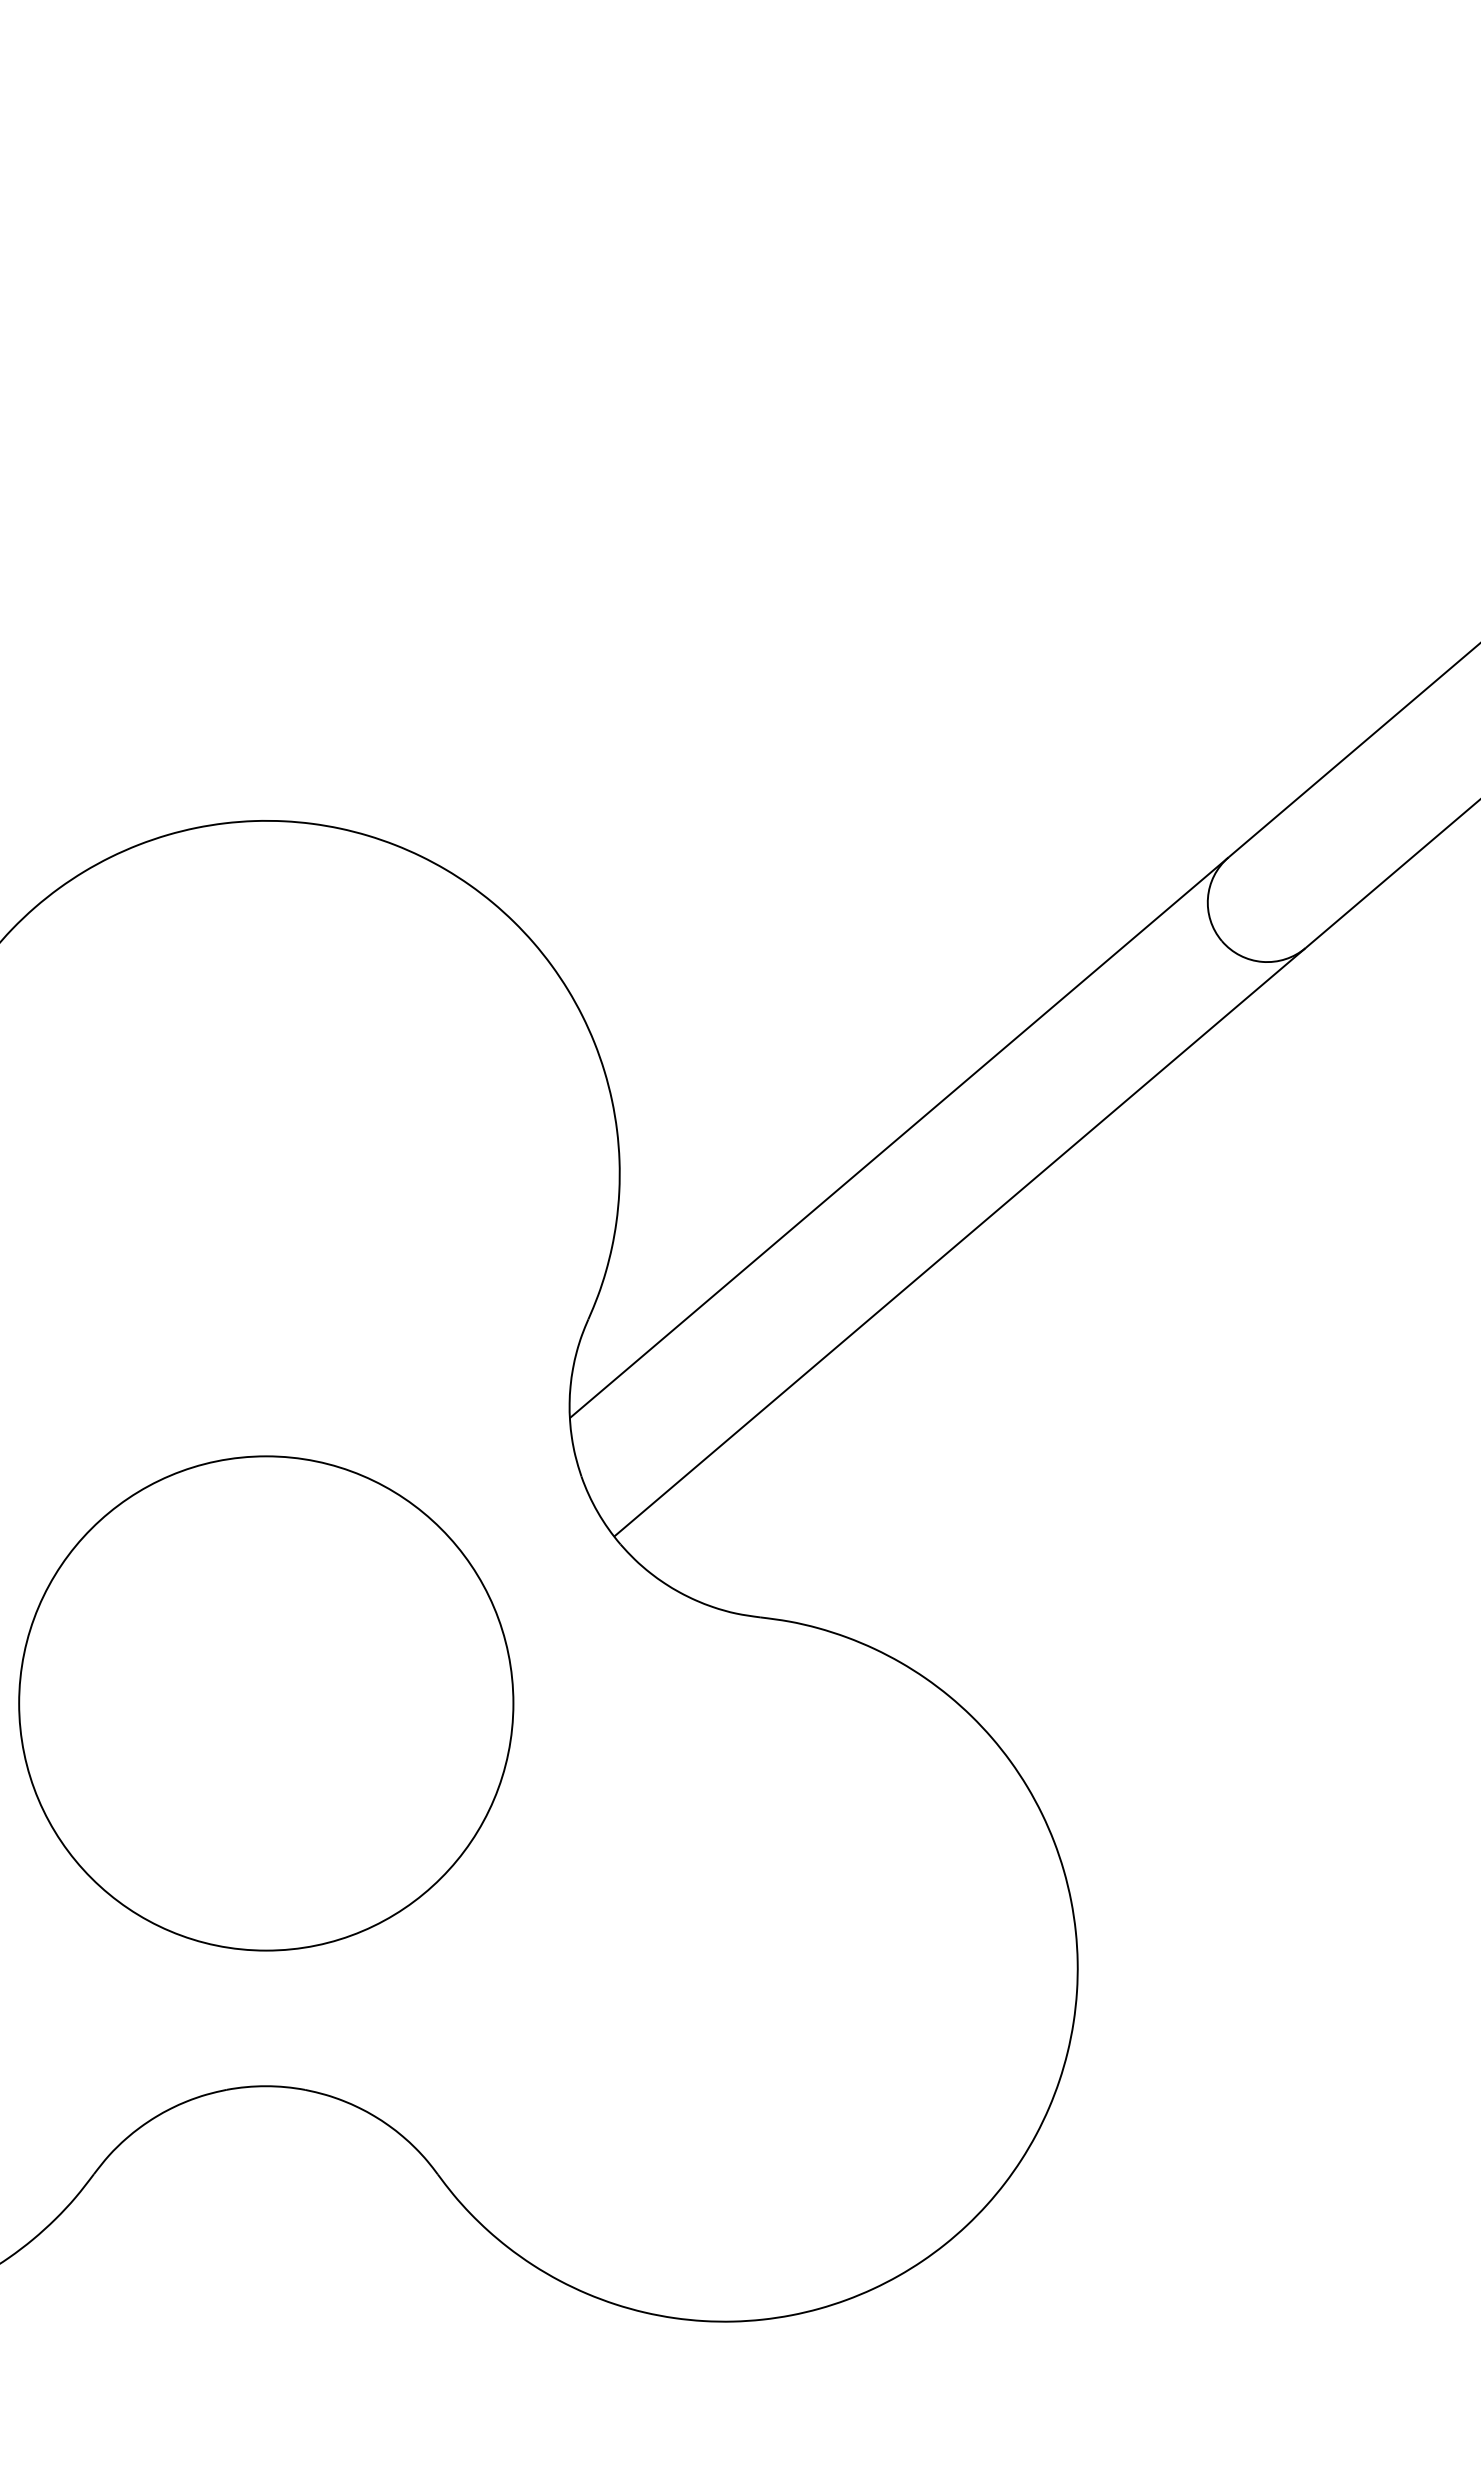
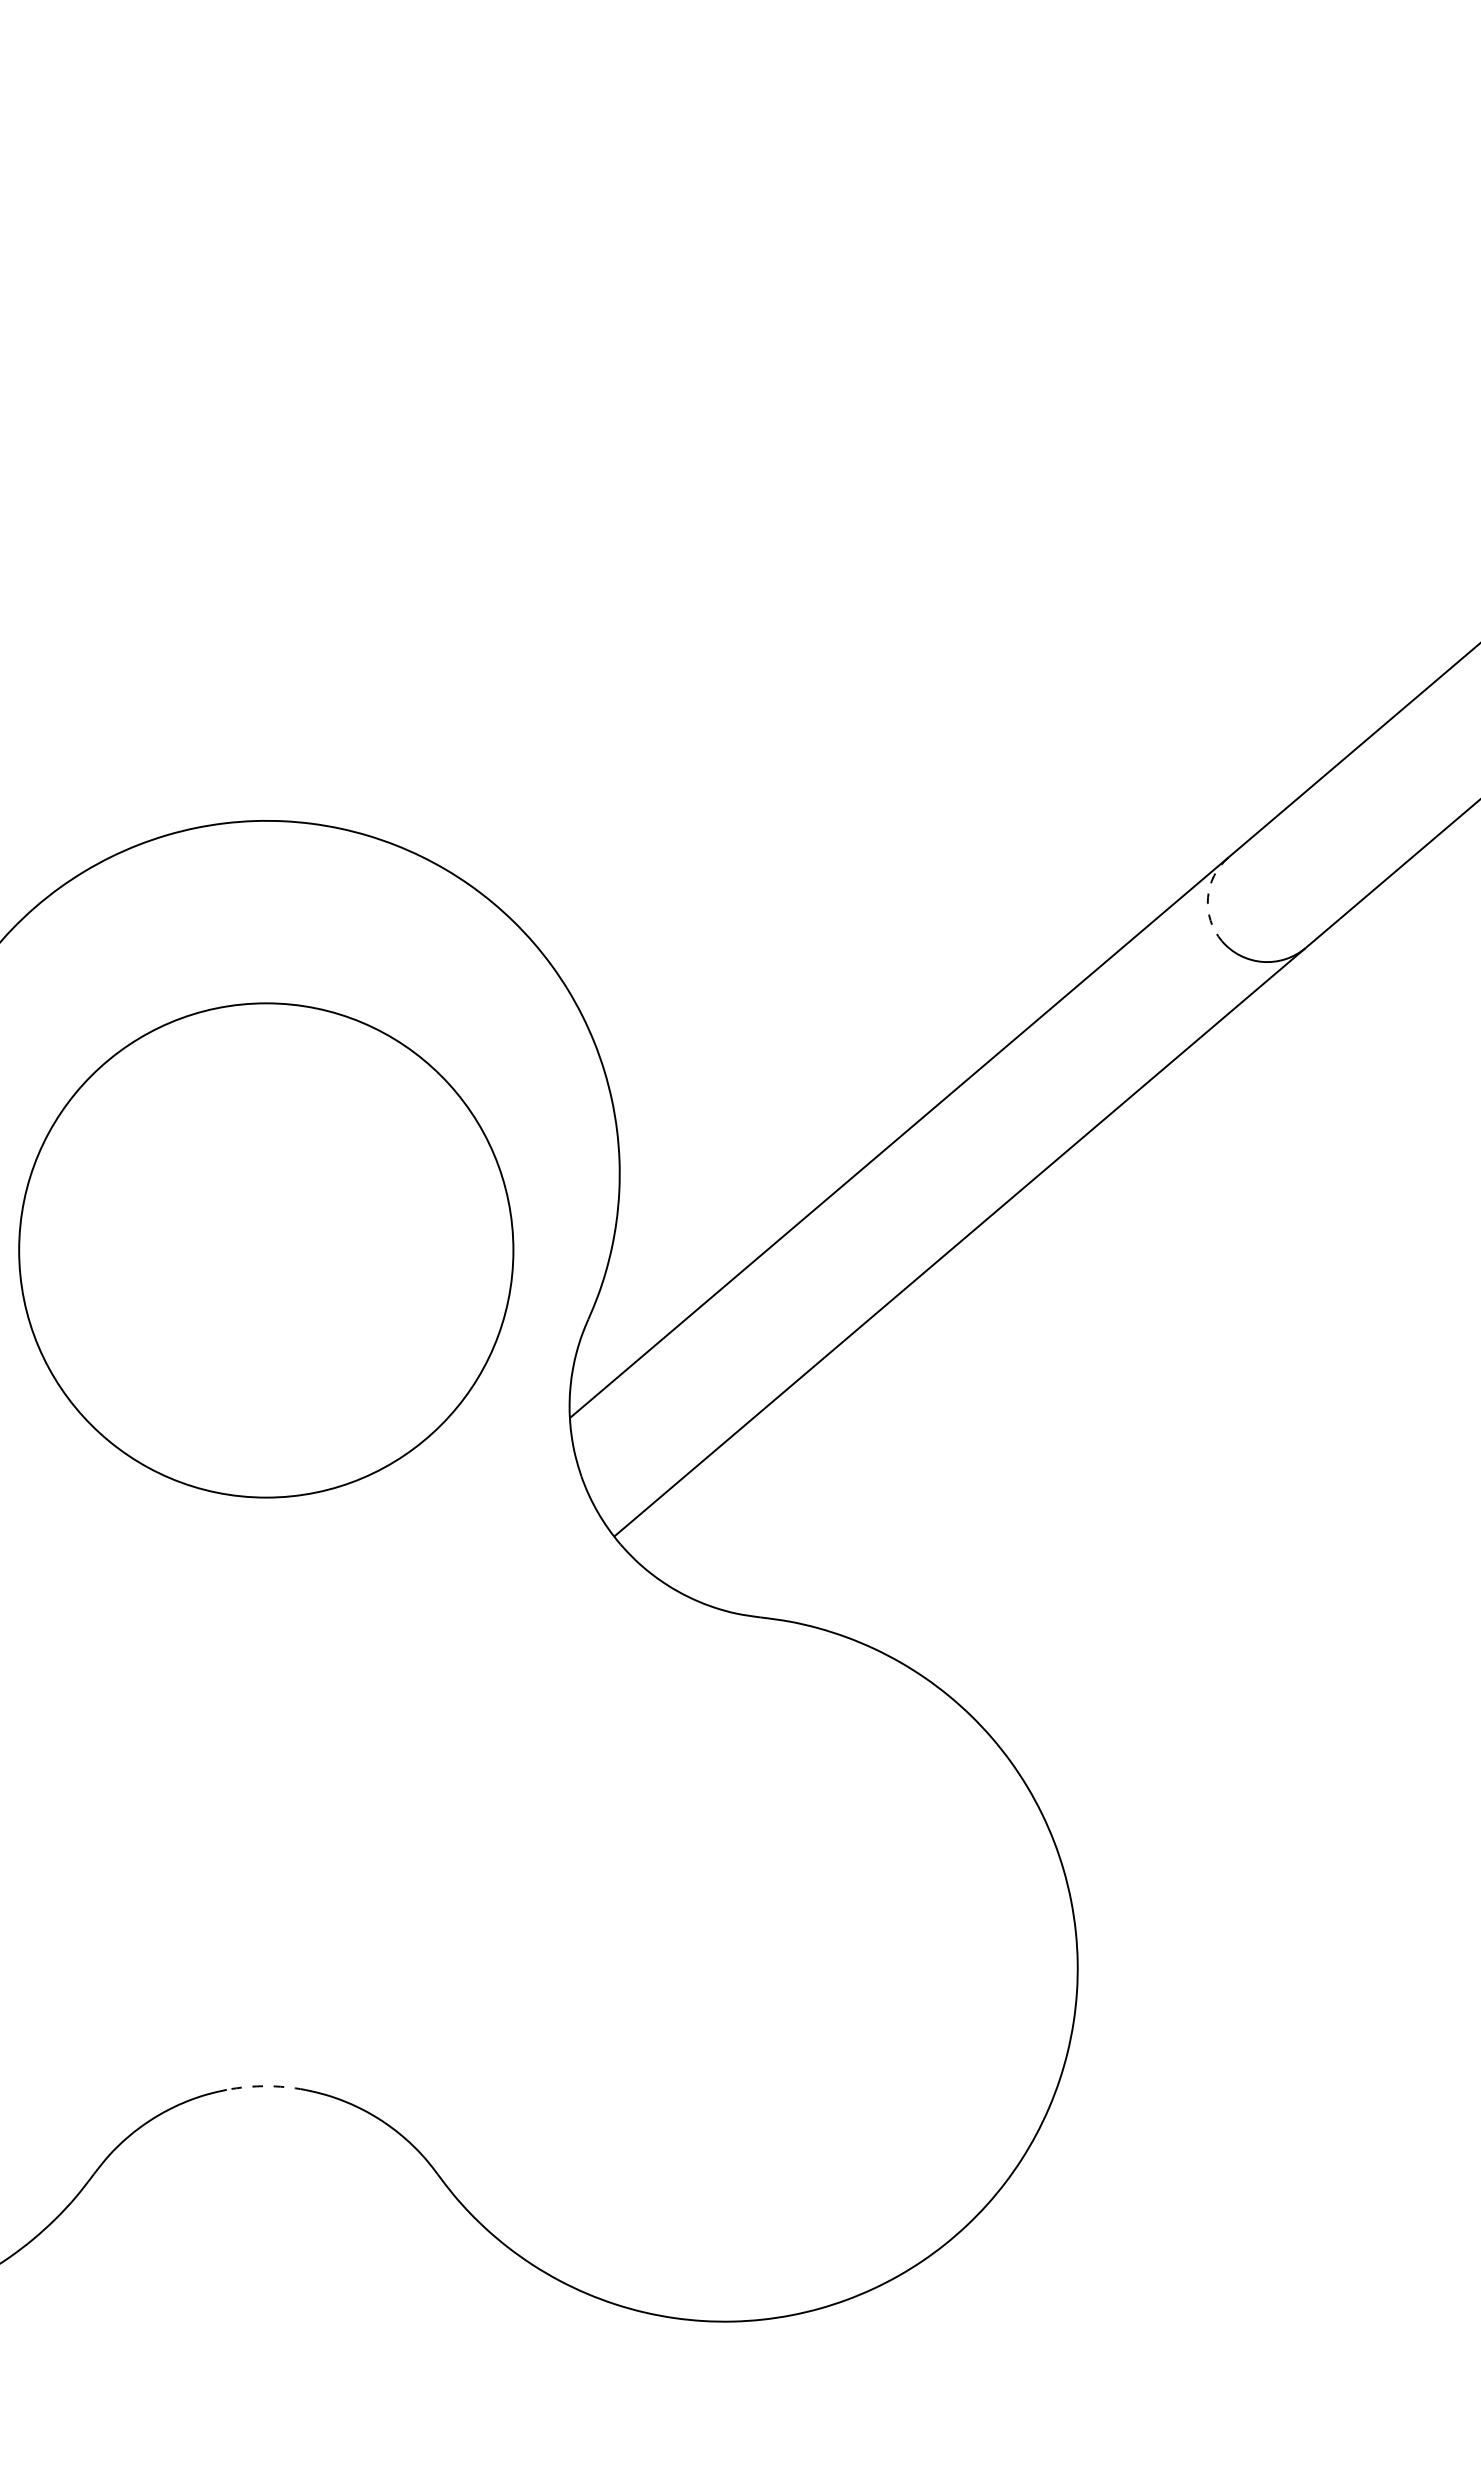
arc at (1207, 897): solid -> dashed
circle at (266, 1703) position: (266, 1703) -> (266, 1250)
arc at (265, 2086): solid -> dashed
